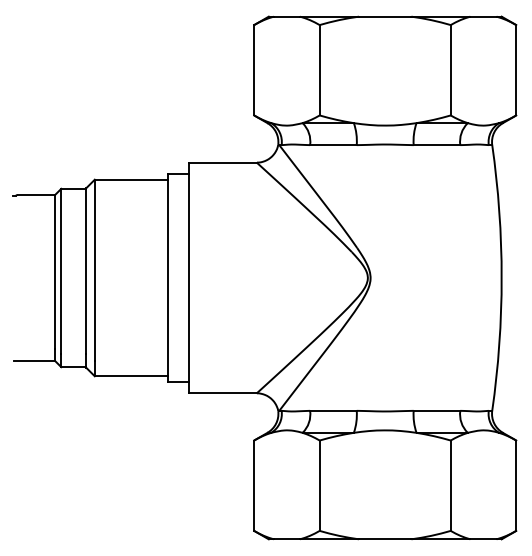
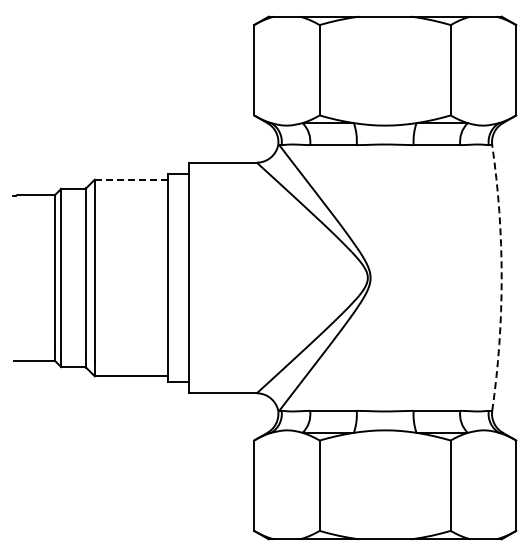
line at (131, 179): solid -> dashed
arc at (501, 278): solid -> dashed
